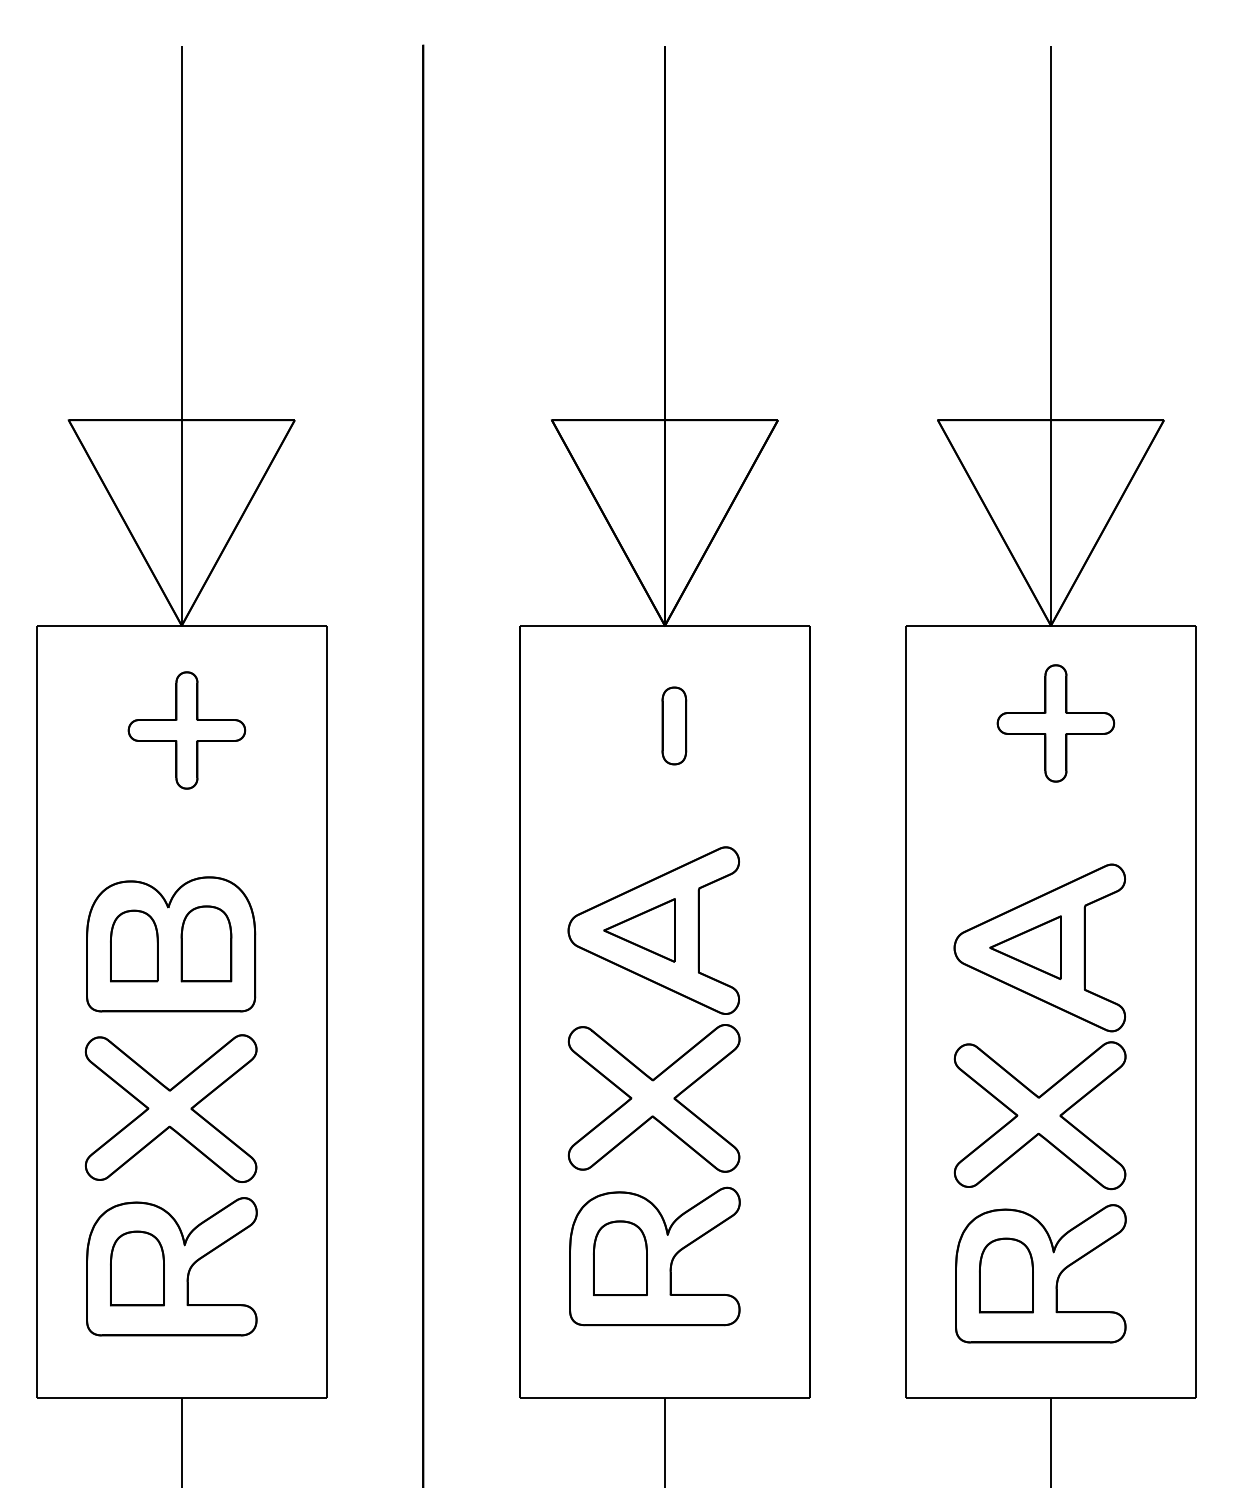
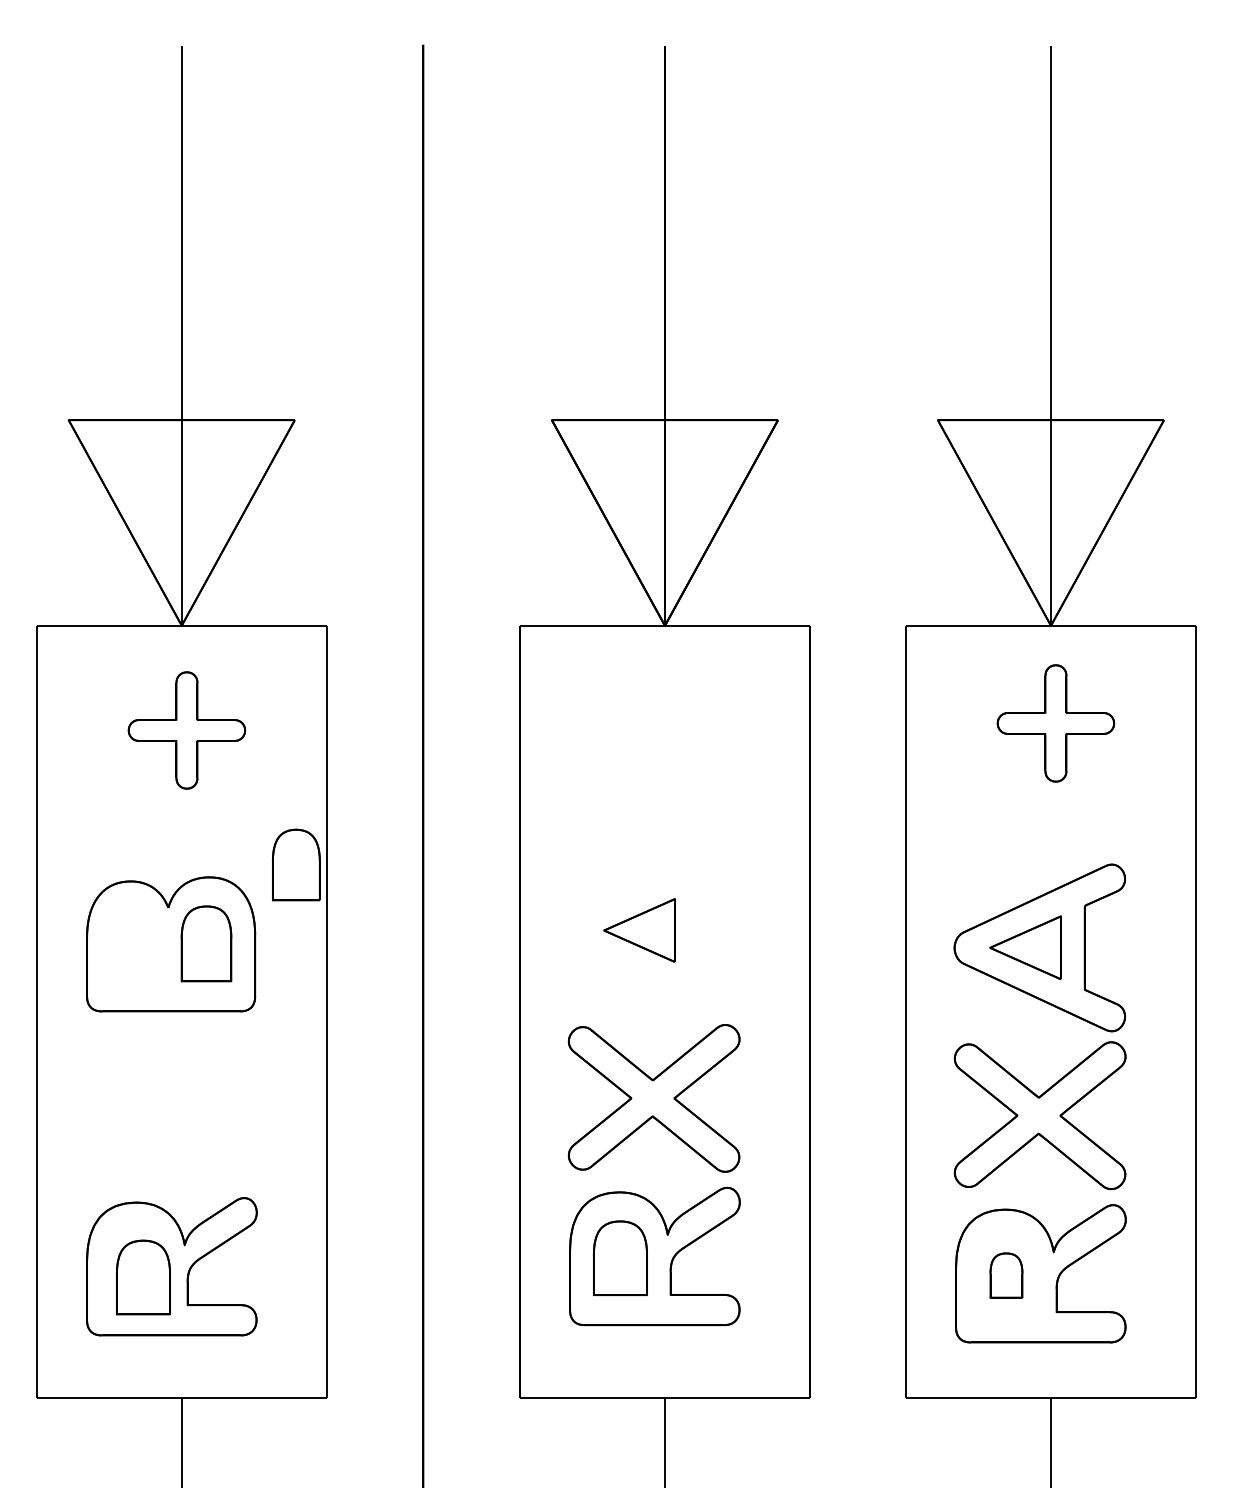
part at (674, 725): present -> none
part at (653, 930): present -> none
part at (134, 945) position: (134, 945) -> (296, 864)
part at (170, 1108): present -> none
part at (137, 1268) position: (137, 1268) -> (143, 1277)
part at (1006, 1275) size: 55x77 px -> 35x47 px
